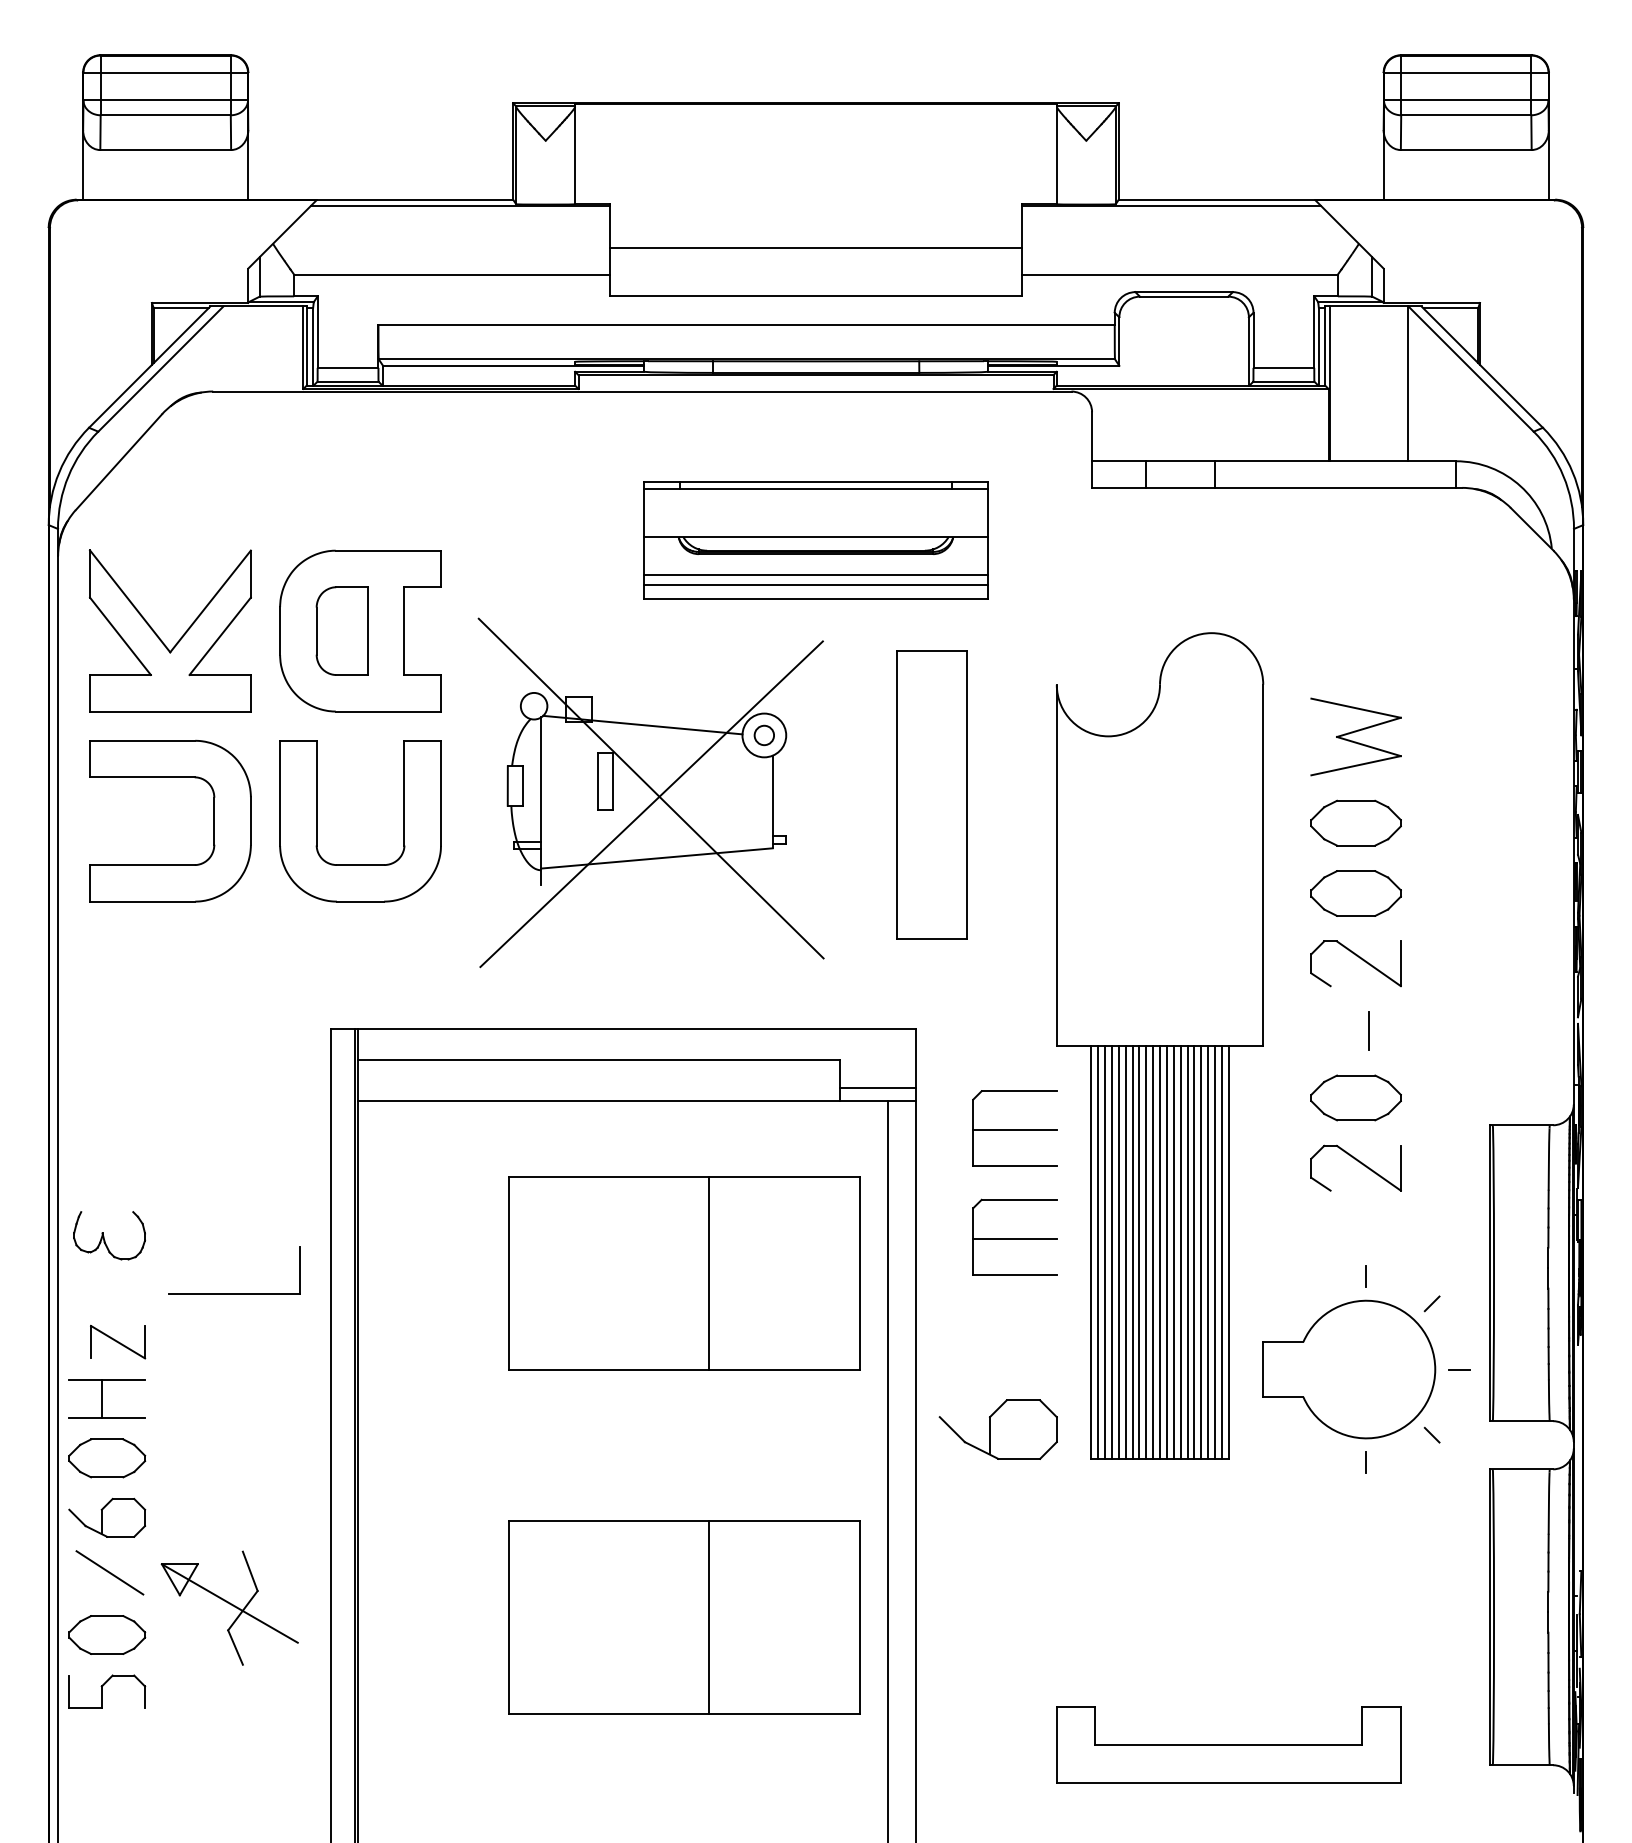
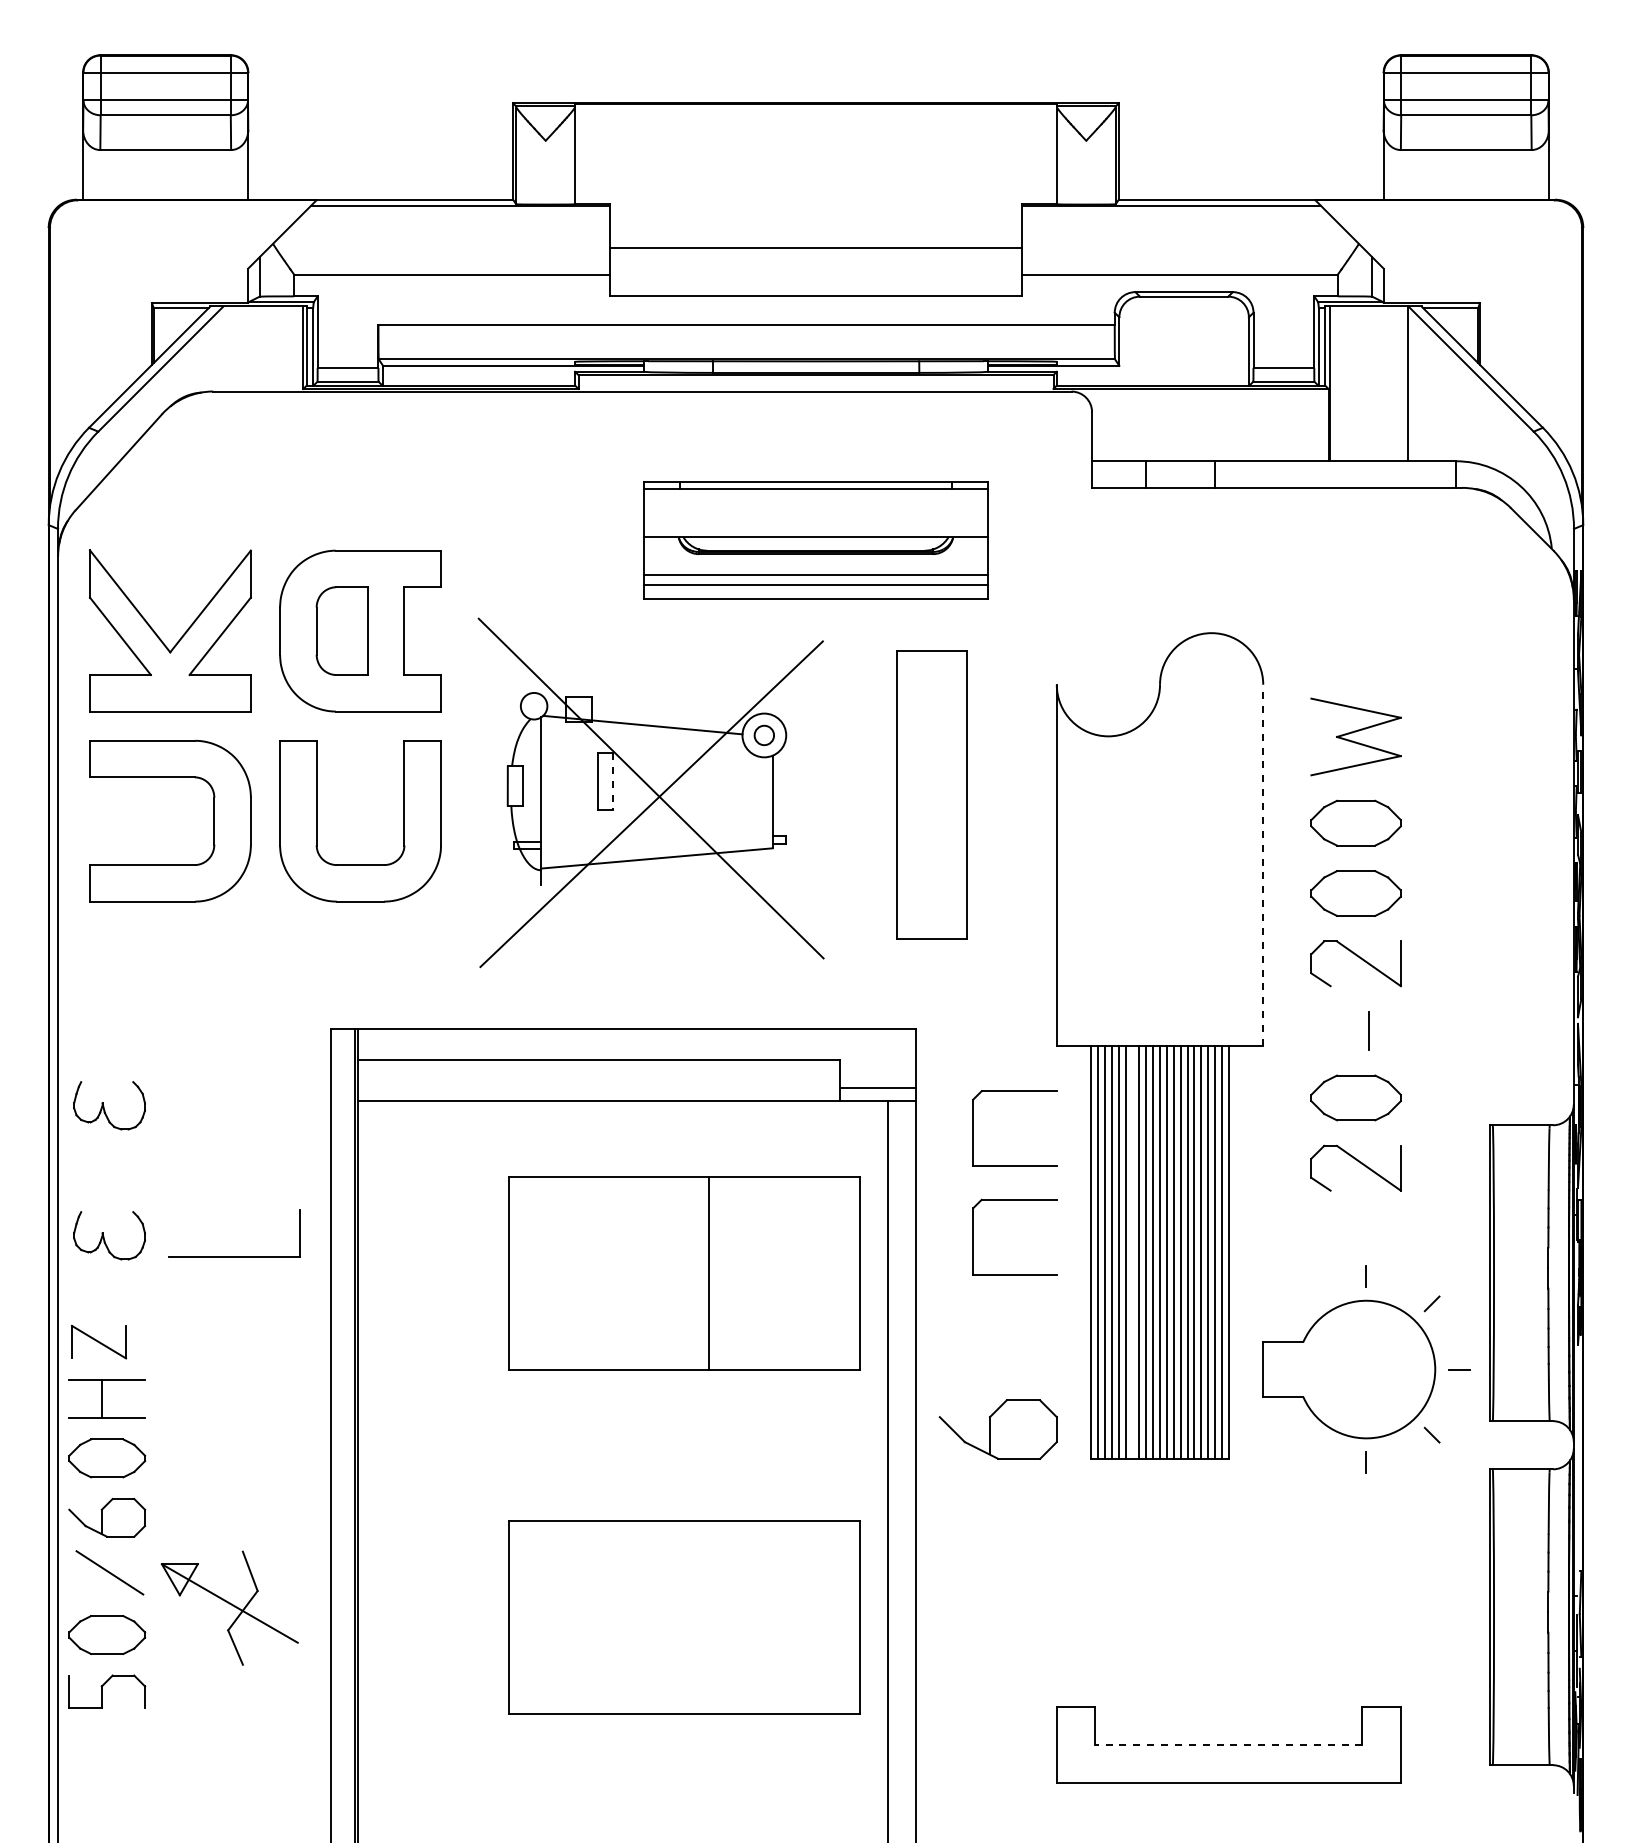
line at (613, 781): solid -> dashed
line at (1263, 865): solid -> dashed
part at (109, 1105): none -> present
line at (1014, 1130): present -> none
line at (1014, 1238): present -> none
line at (1132, 1252): present -> none
part at (234, 1293) position: (234, 1293) -> (234, 1256)
part at (118, 1341) position: (118, 1341) -> (99, 1341)
line at (708, 1616): present -> none
line at (1228, 1744): solid -> dashed
